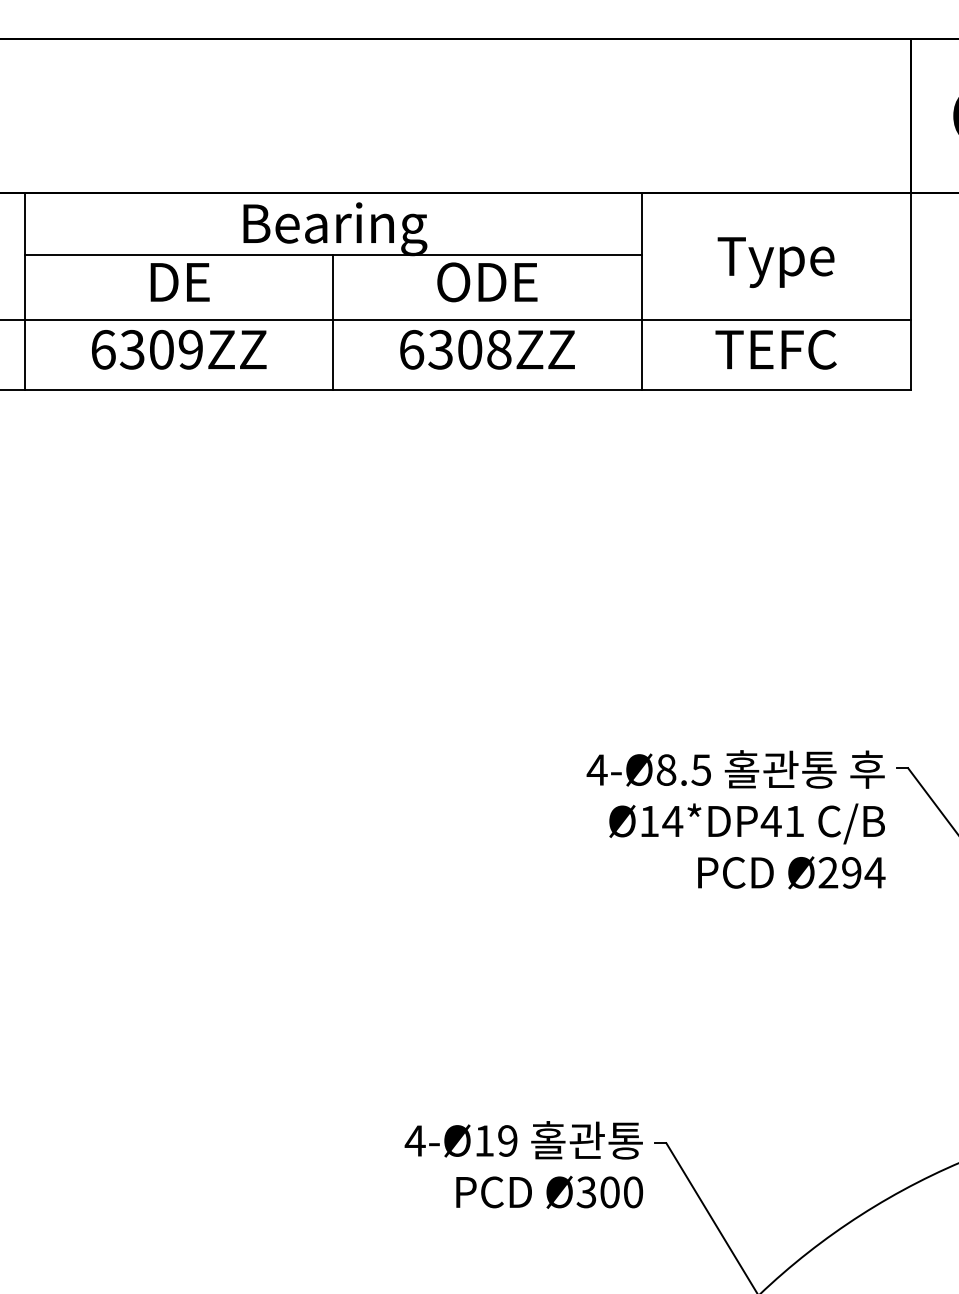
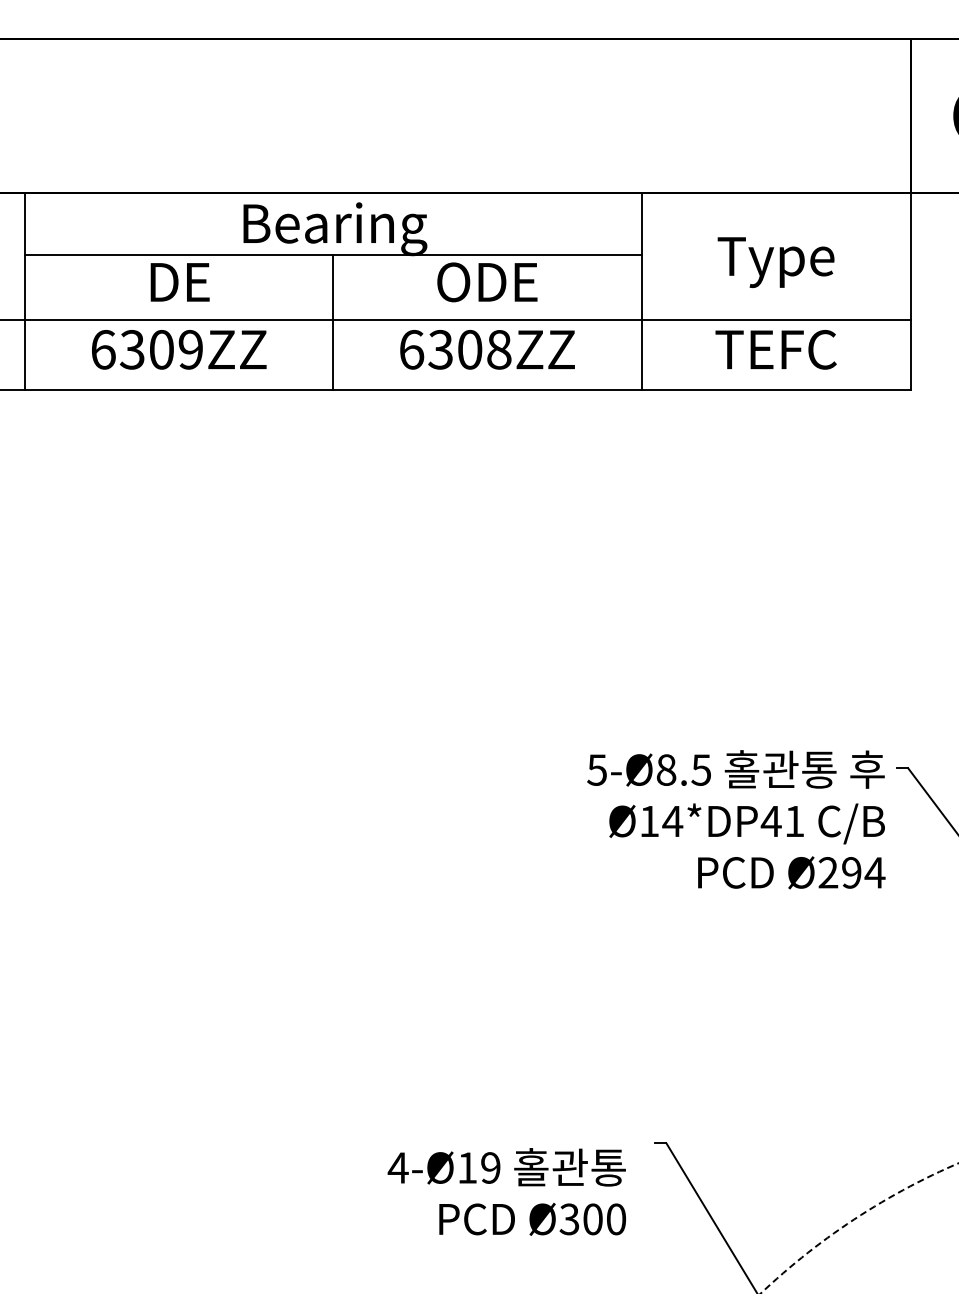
text at (596, 769): 4- -> 5-
text at (523, 1164) position: (523, 1164) -> (506, 1191)
circle at (859, 1228): solid -> dashed
